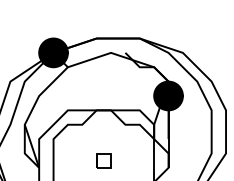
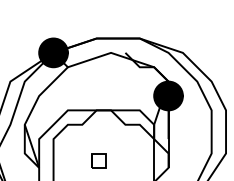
part at (103, 160) position: (103, 160) -> (98, 160)
